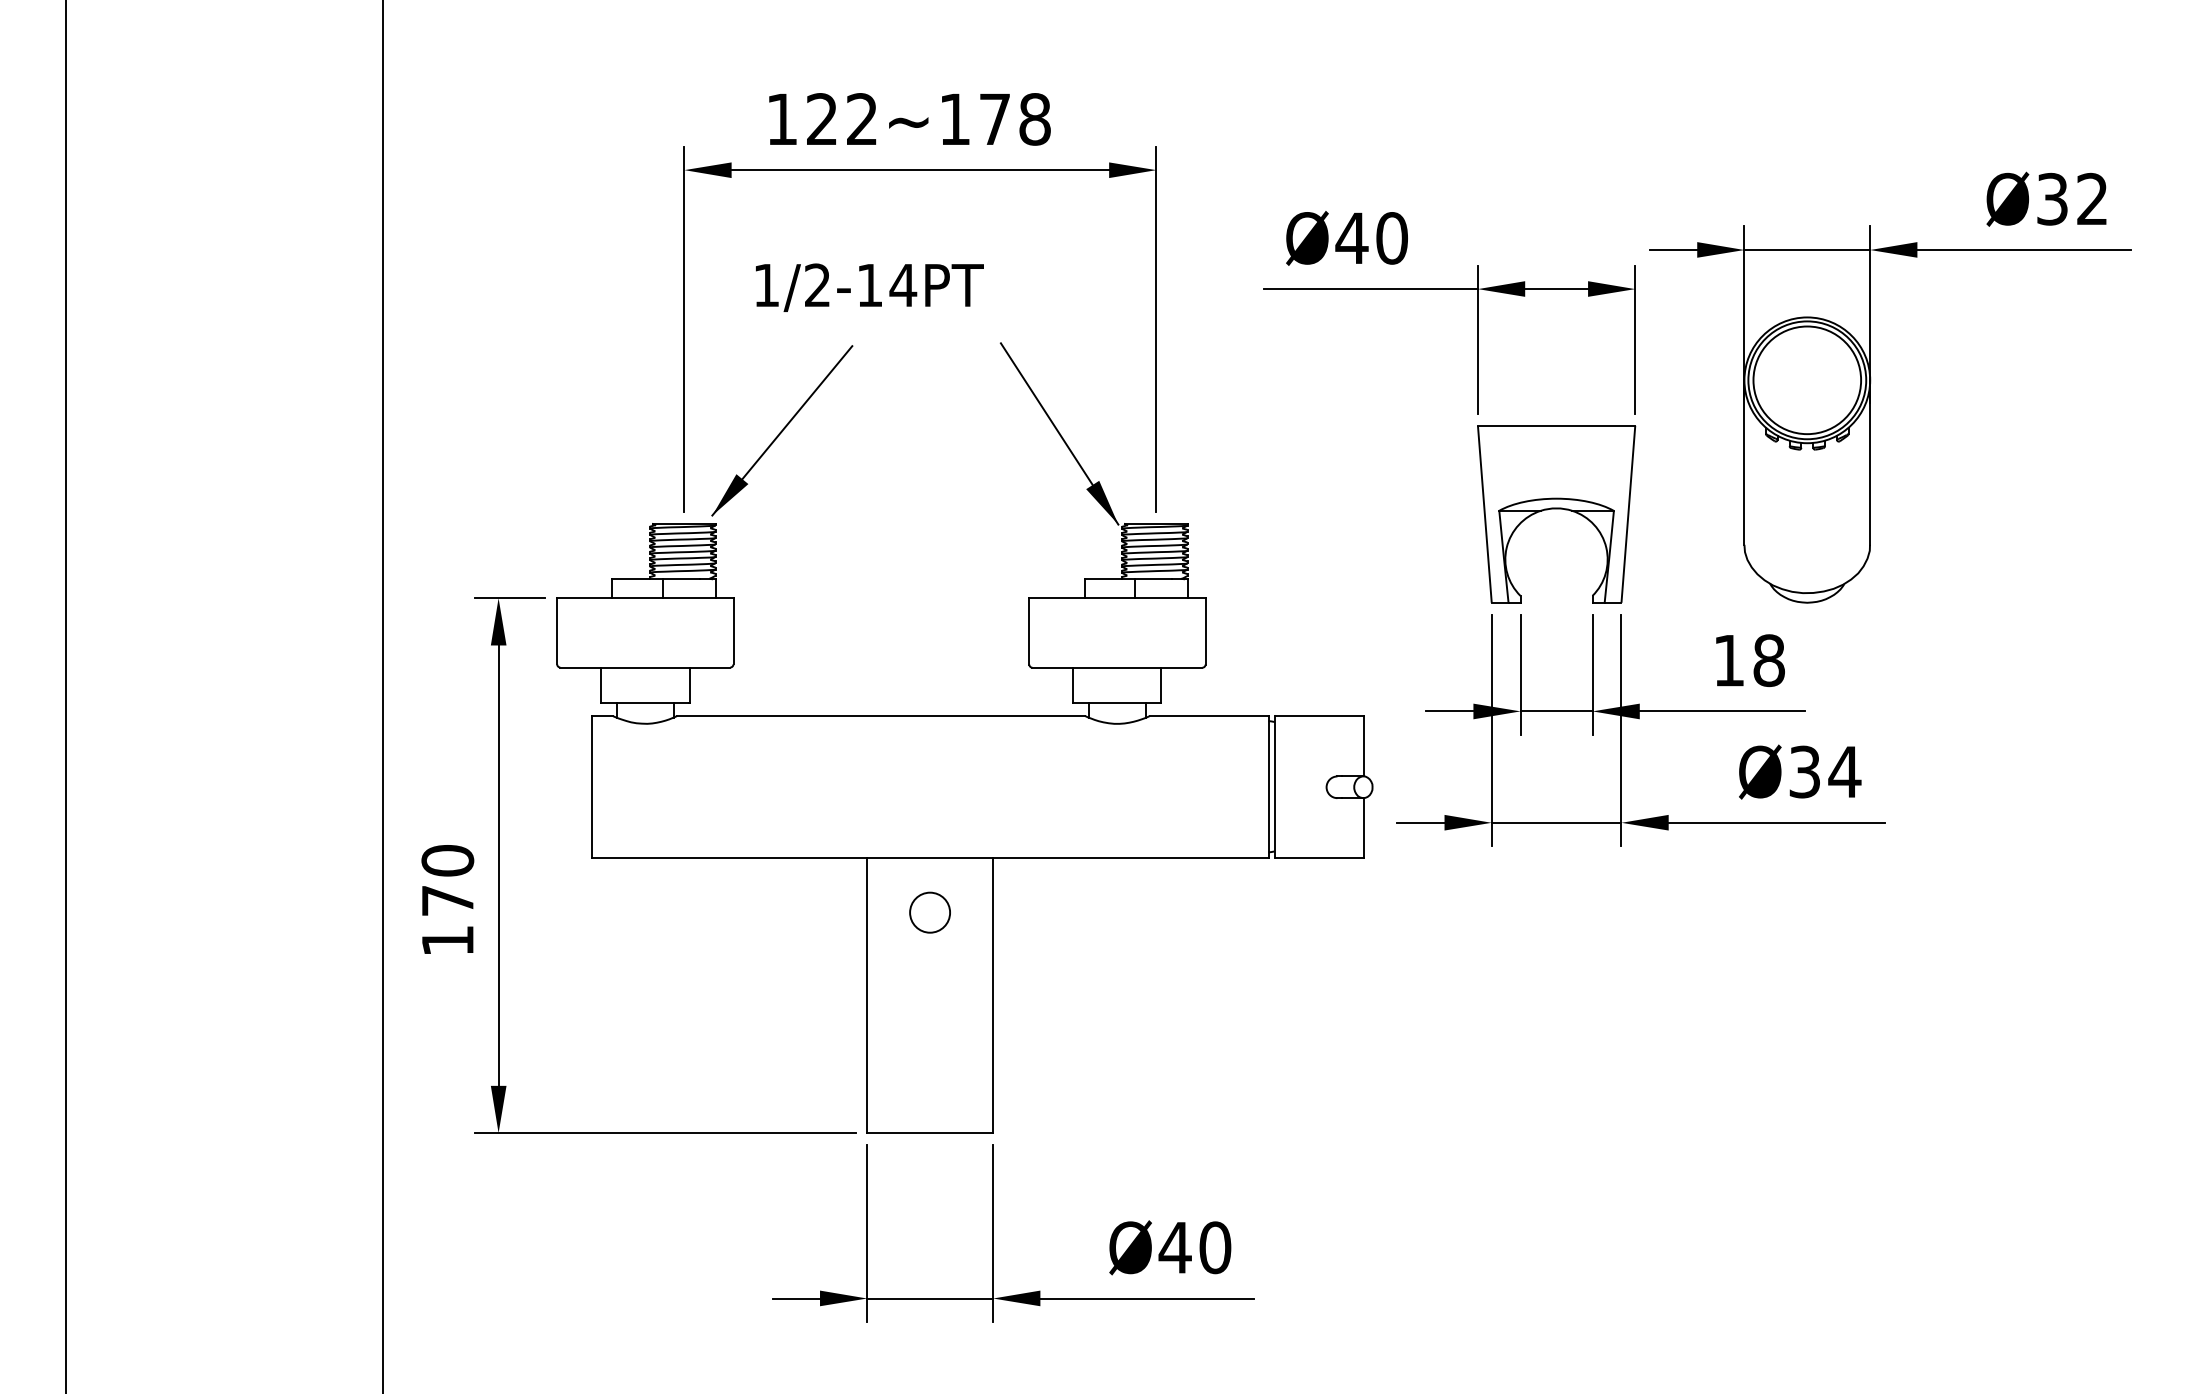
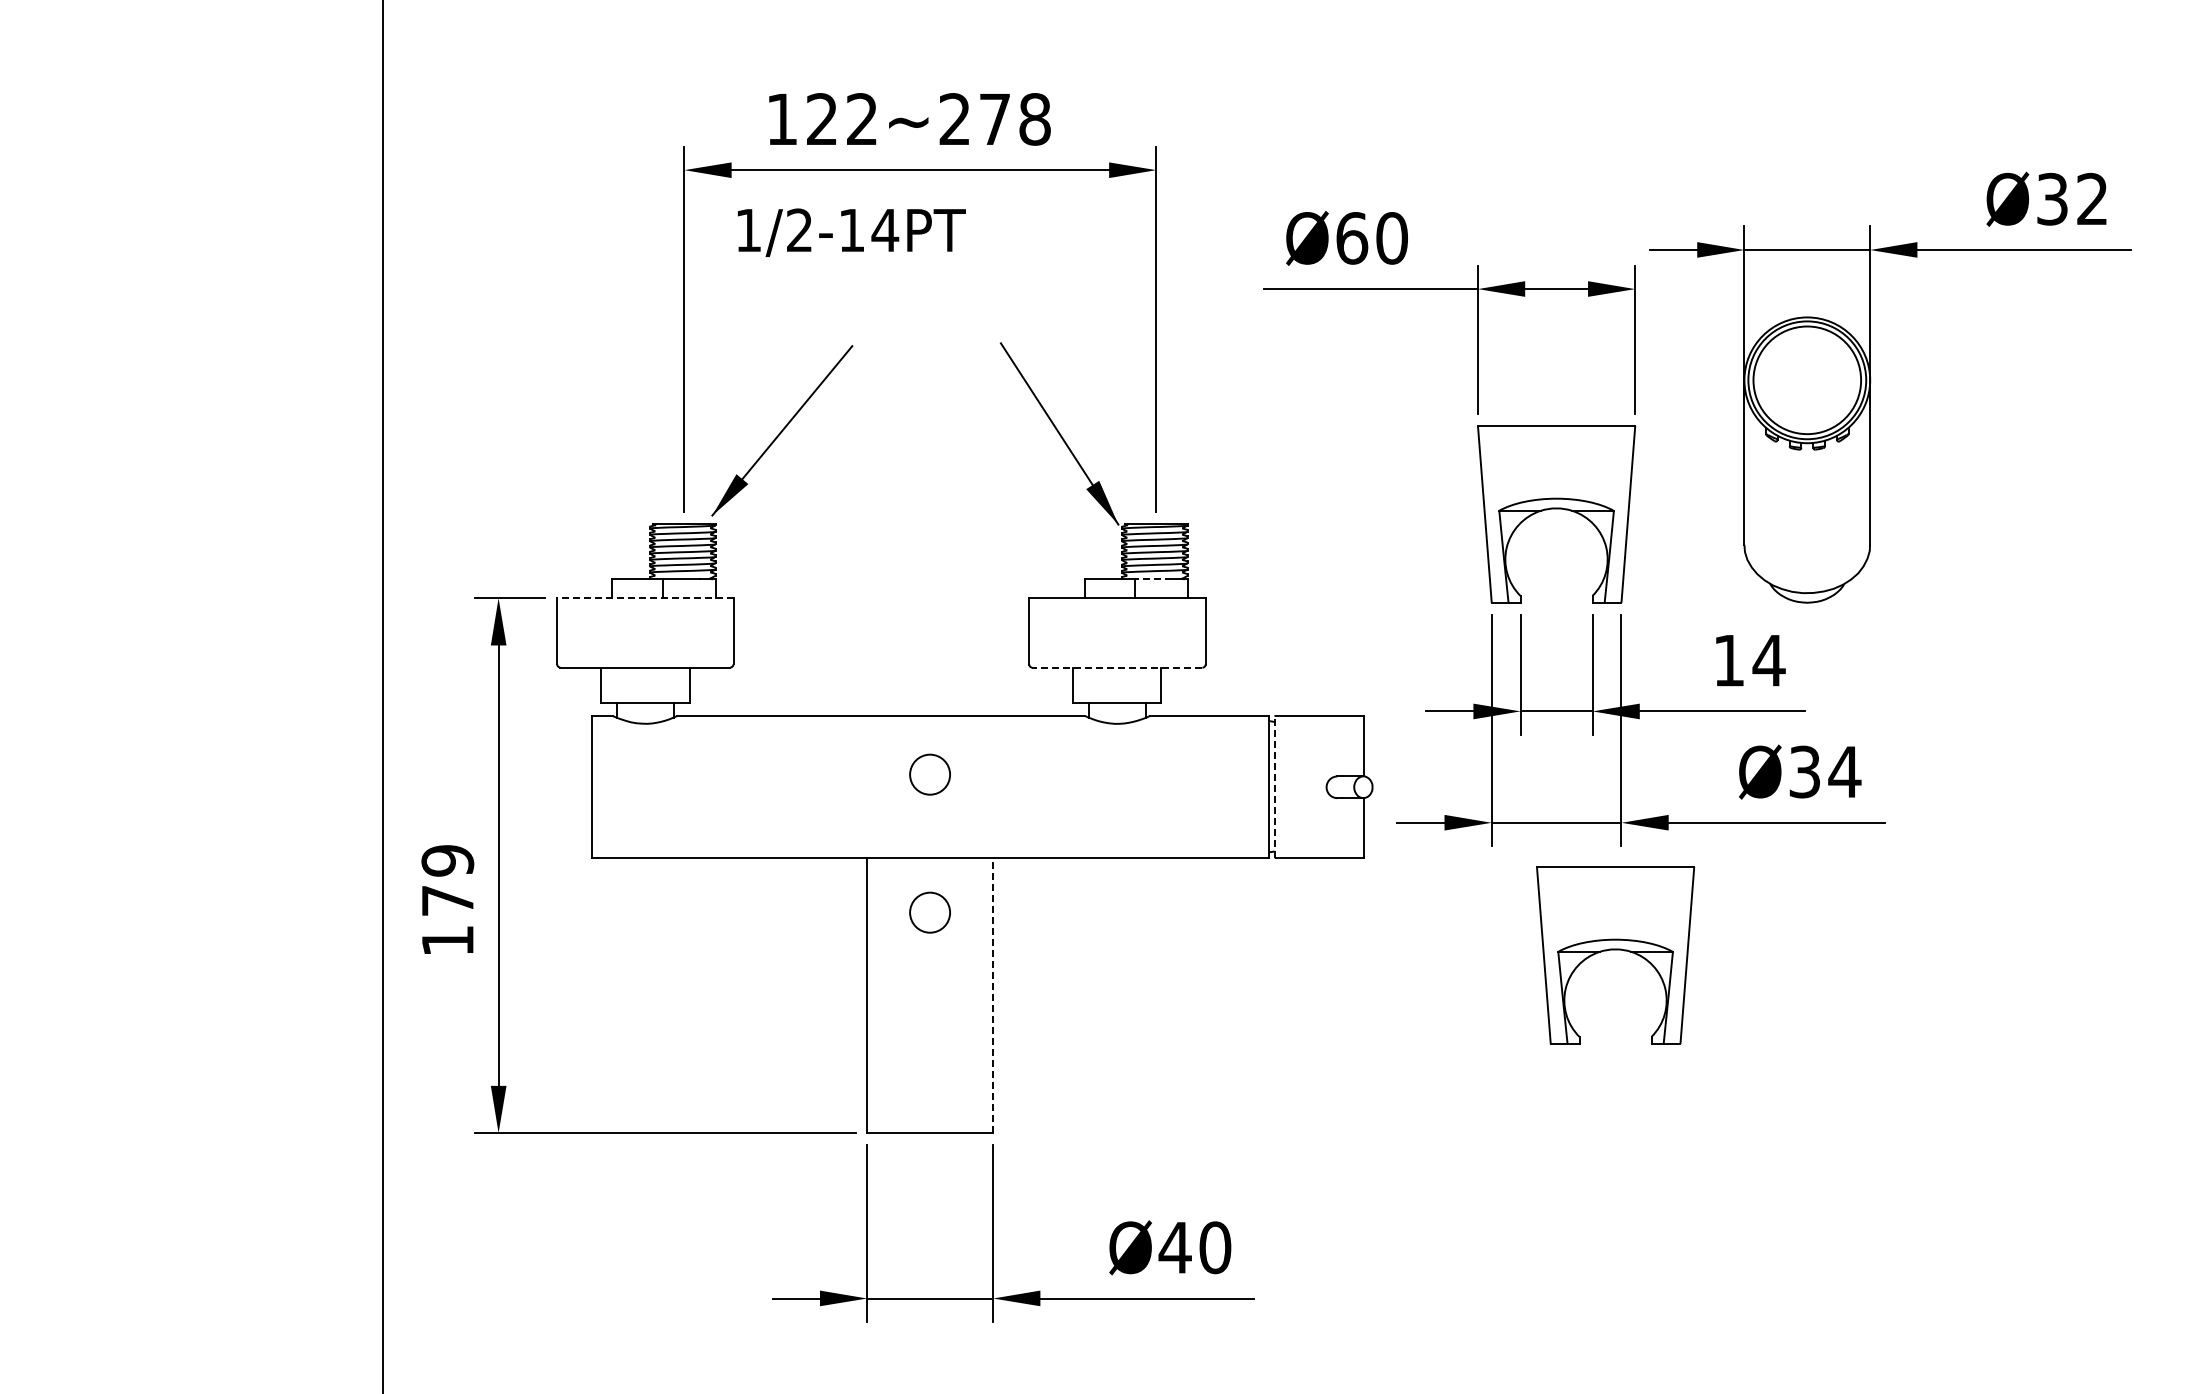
text at (954, 118): 122~178 -> 122~278
text at (1351, 238): Ø40 -> Ø60
text at (869, 287) position: (869, 287) -> (851, 232)
line at (1153, 579): solid -> dashed
line at (644, 598): solid -> dashed
text at (1768, 660): 18 -> 14
line at (1117, 667): solid -> dashed
line at (65, 696): present -> none
circle at (929, 774): none -> present
line at (1274, 786): solid -> dashed
text at (447, 860): 170 -> 179
part at (1615, 955): none -> present
line at (993, 995): solid -> dashed
